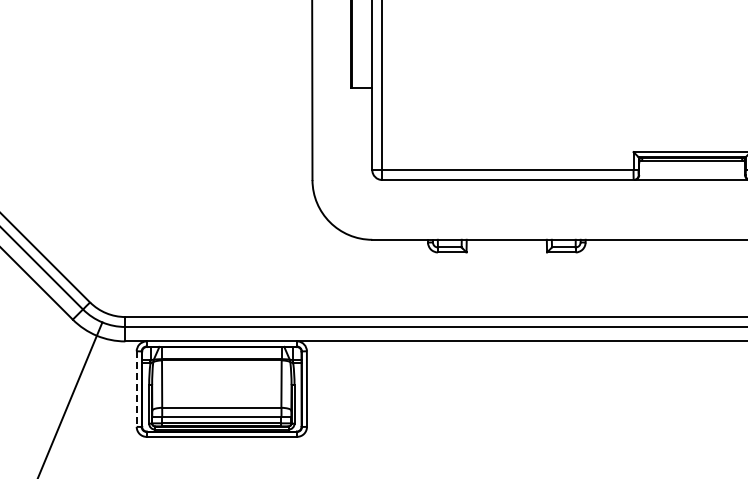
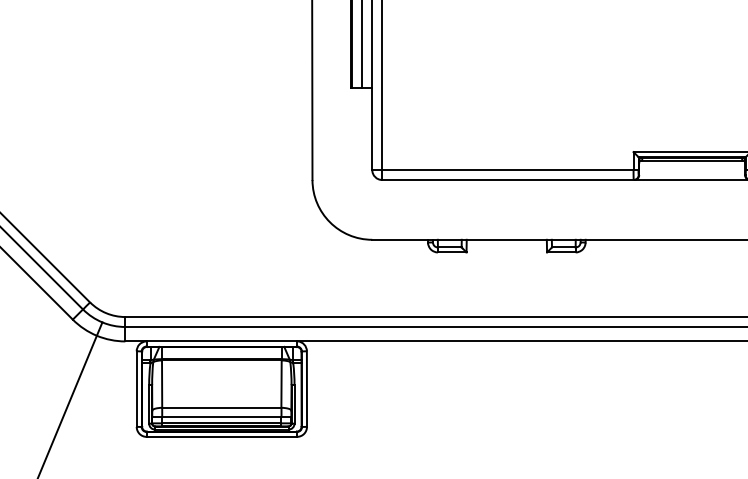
line at (361, 44): none -> present
line at (136, 389): dashed -> solid
